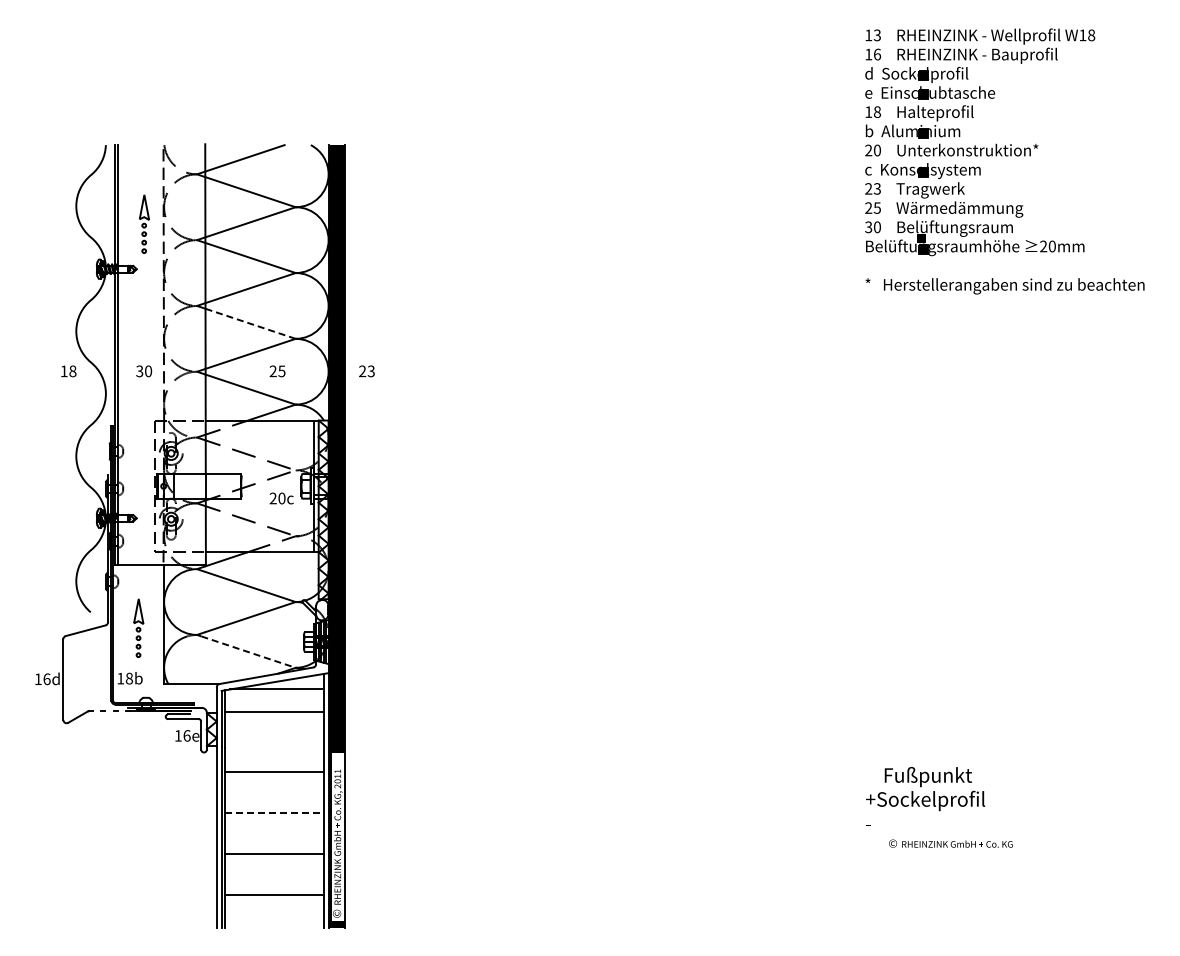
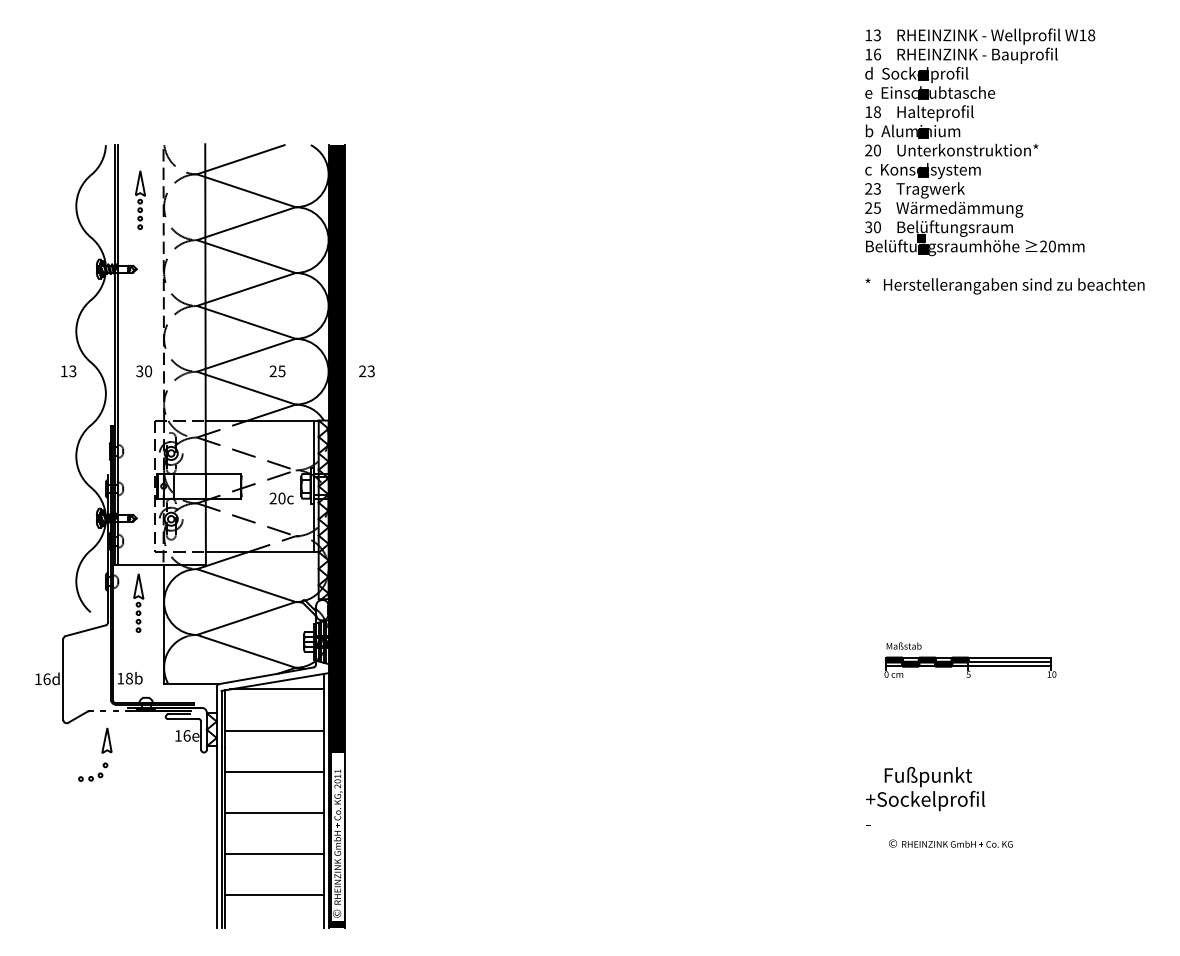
part at (144, 223) position: (144, 223) -> (140, 199)
line at (250, 323): dashed -> solid
text at (72, 371): 18 -> 13
part at (138, 627) position: (138, 627) -> (138, 602)
line at (248, 652): dashed -> solid
part at (970, 659): none -> present
line at (273, 711) position: (273, 711) -> (273, 730)
part at (101, 753): none -> present
line at (274, 812): dashed -> solid
